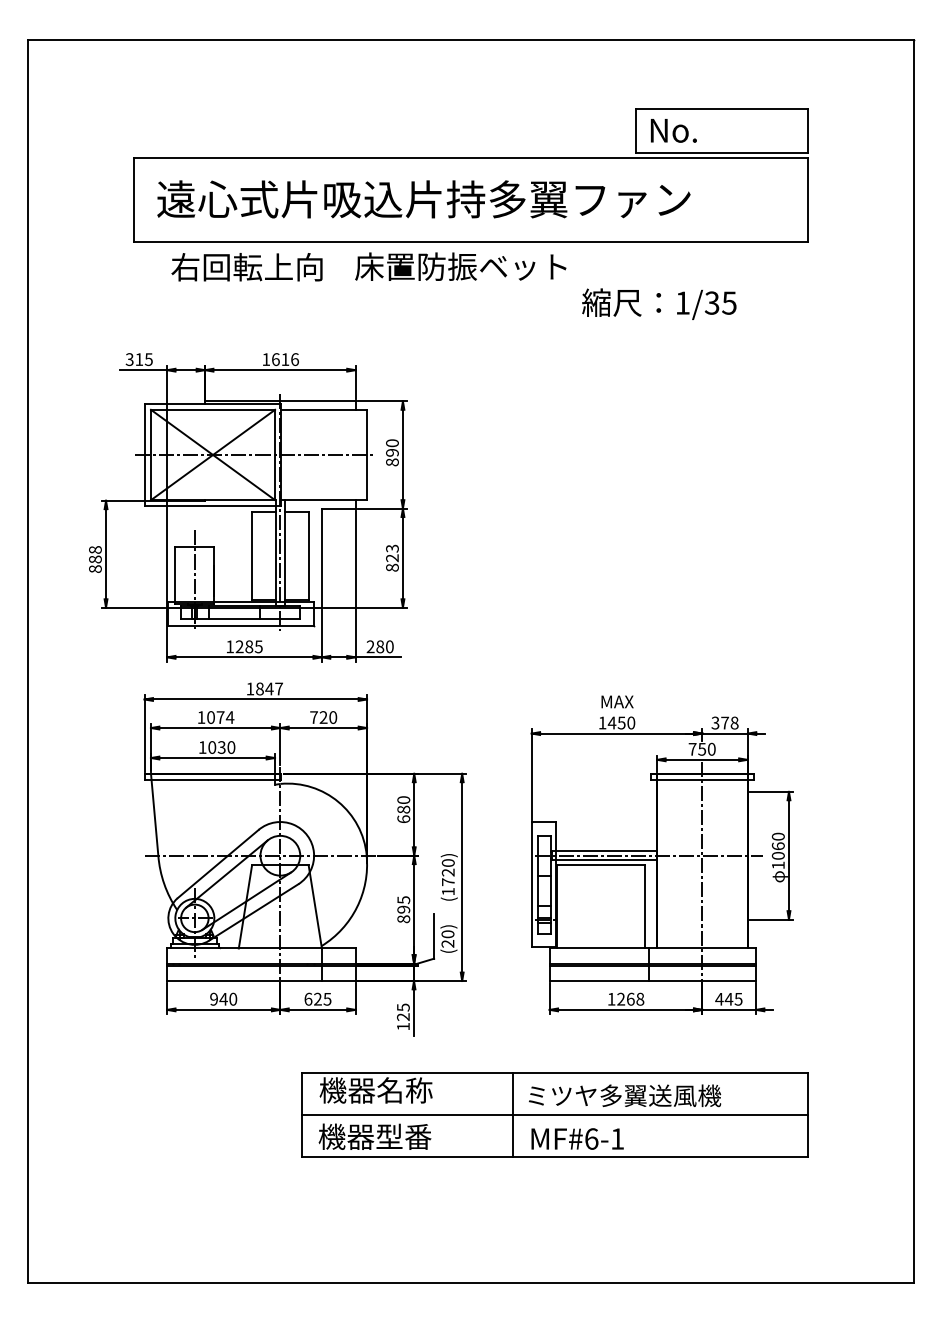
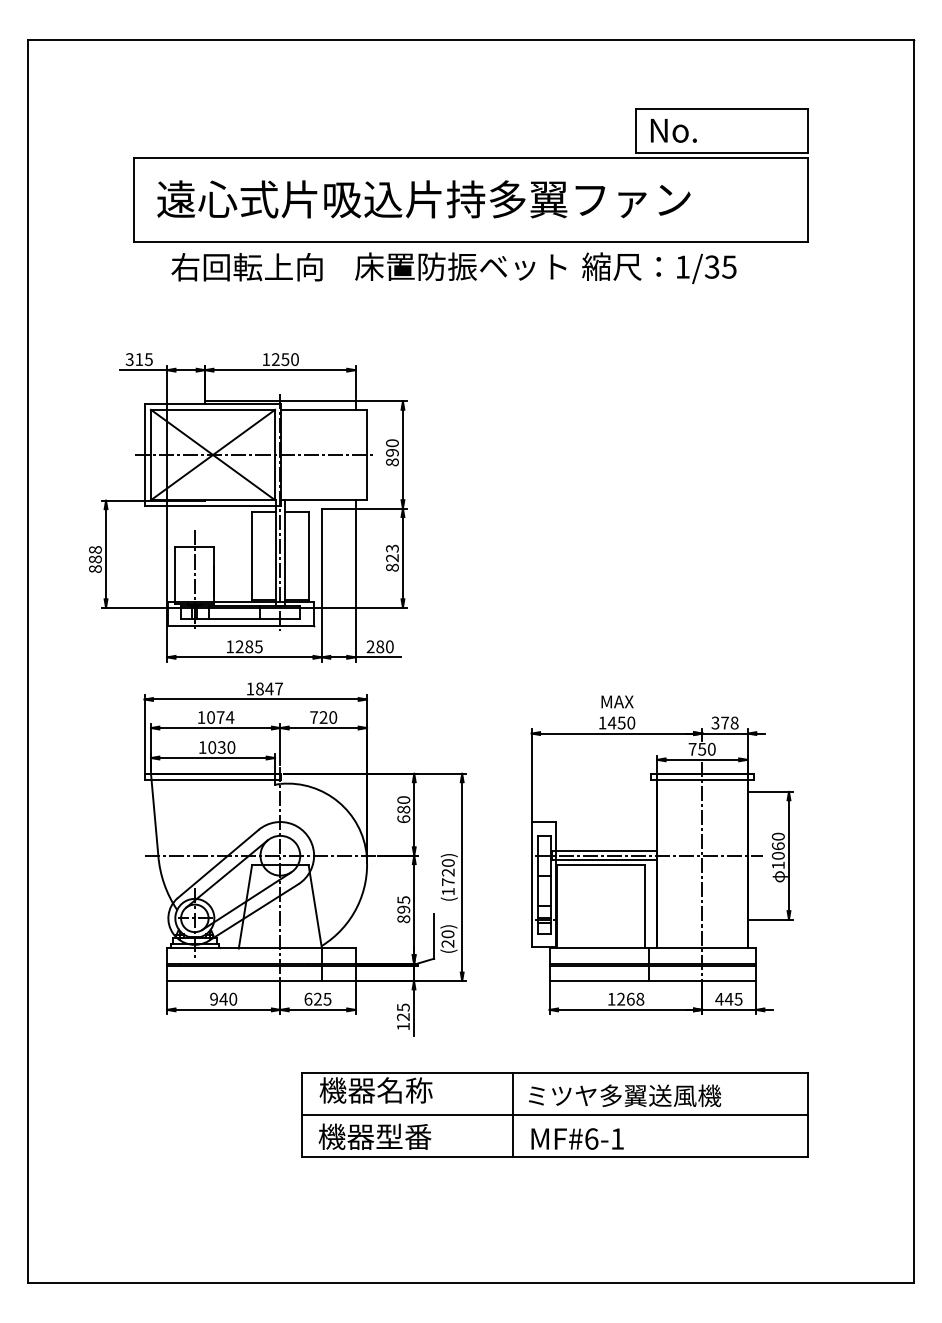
text at (659, 303) position: (659, 303) -> (659, 267)
text at (284, 359): 1616 -> 1250
